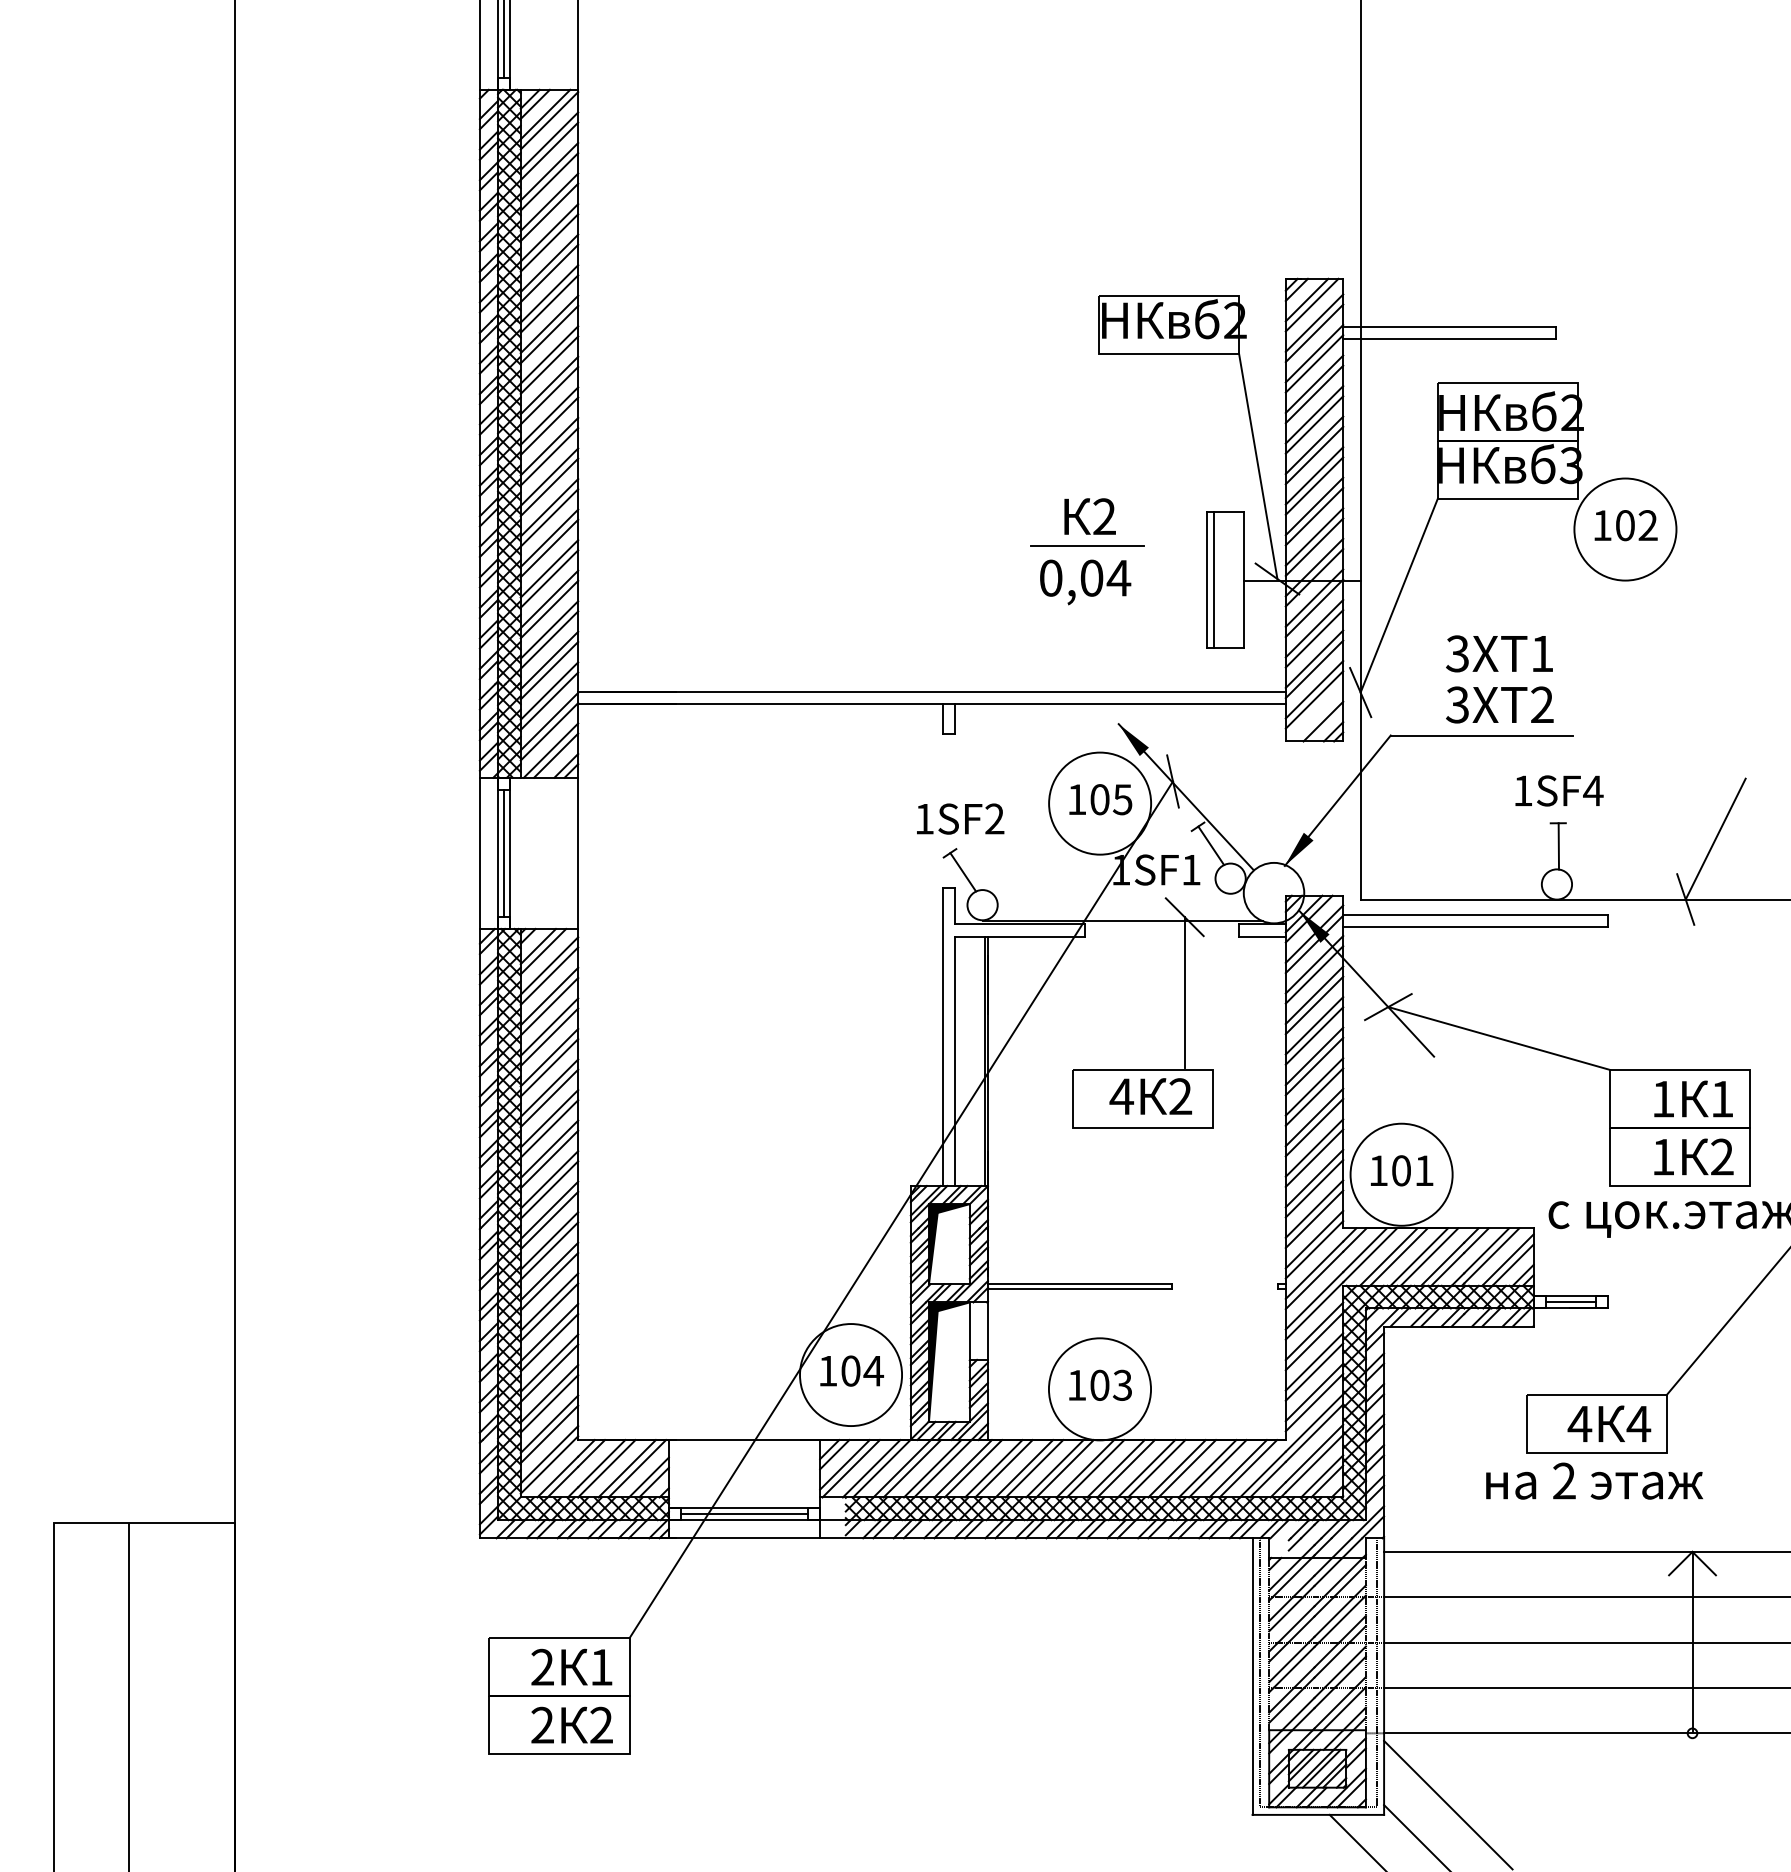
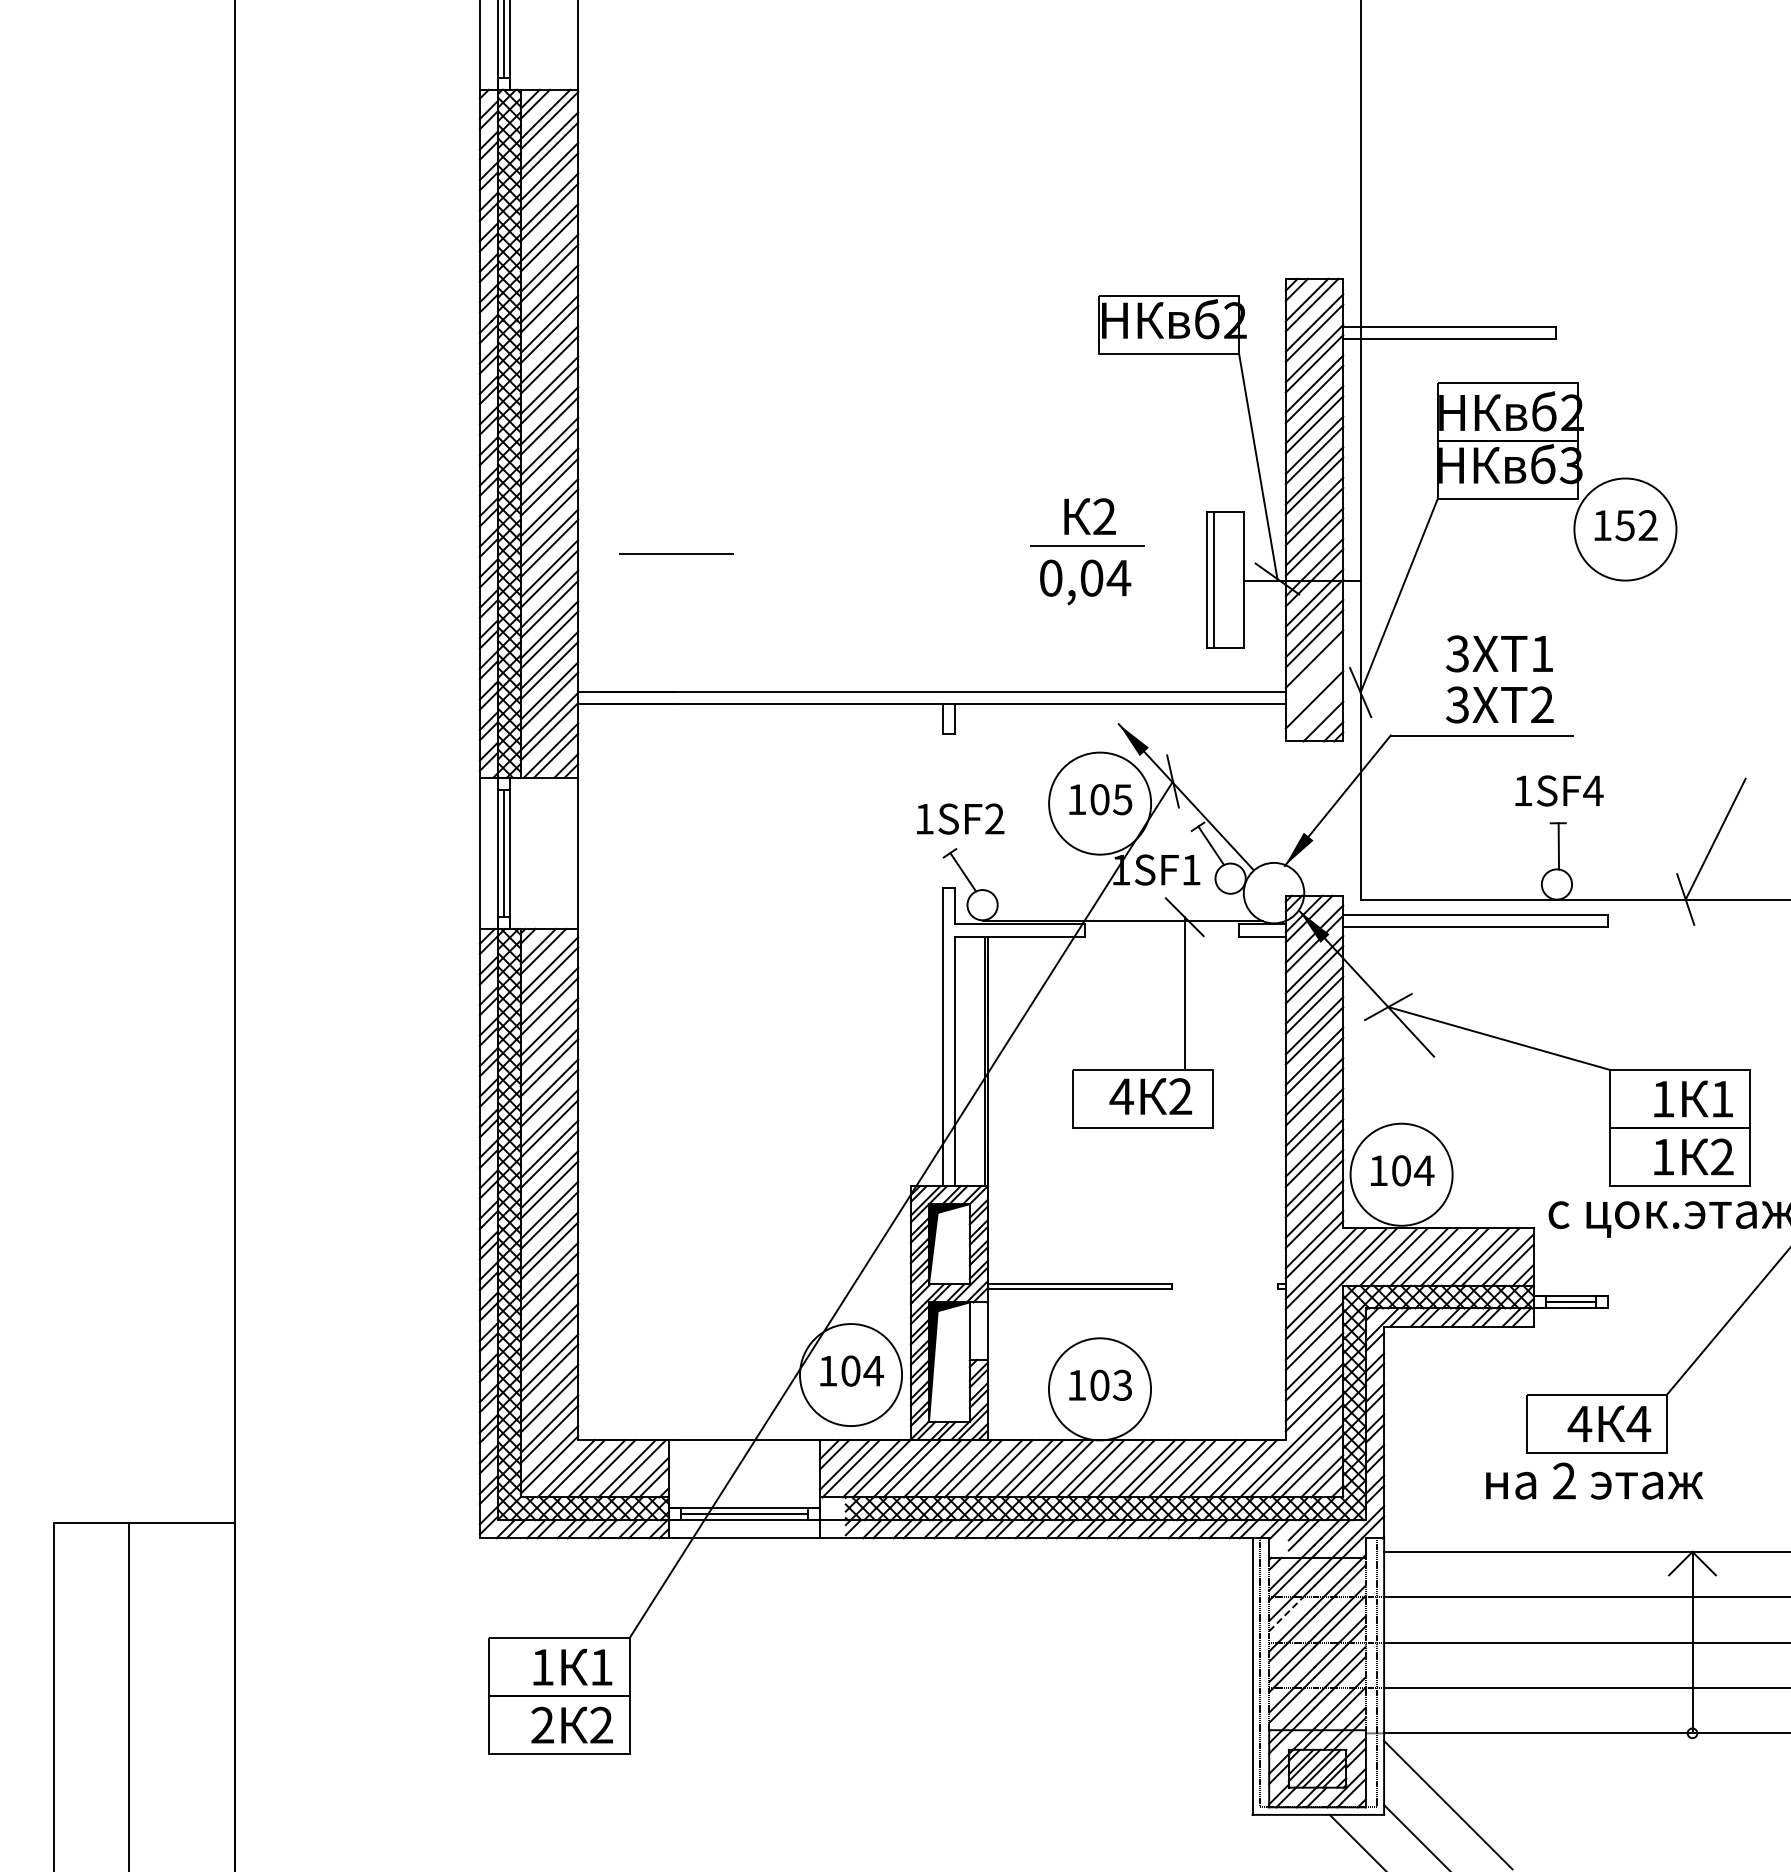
text at (1624, 525): 102 -> 152
line at (676, 553): none -> present
line at (1314, 669): present -> none
line at (1314, 689): present -> none
text at (1423, 1170): 101 -> 104
line at (1286, 1613): solid -> dashed
text at (542, 1666): 2 -> 1
